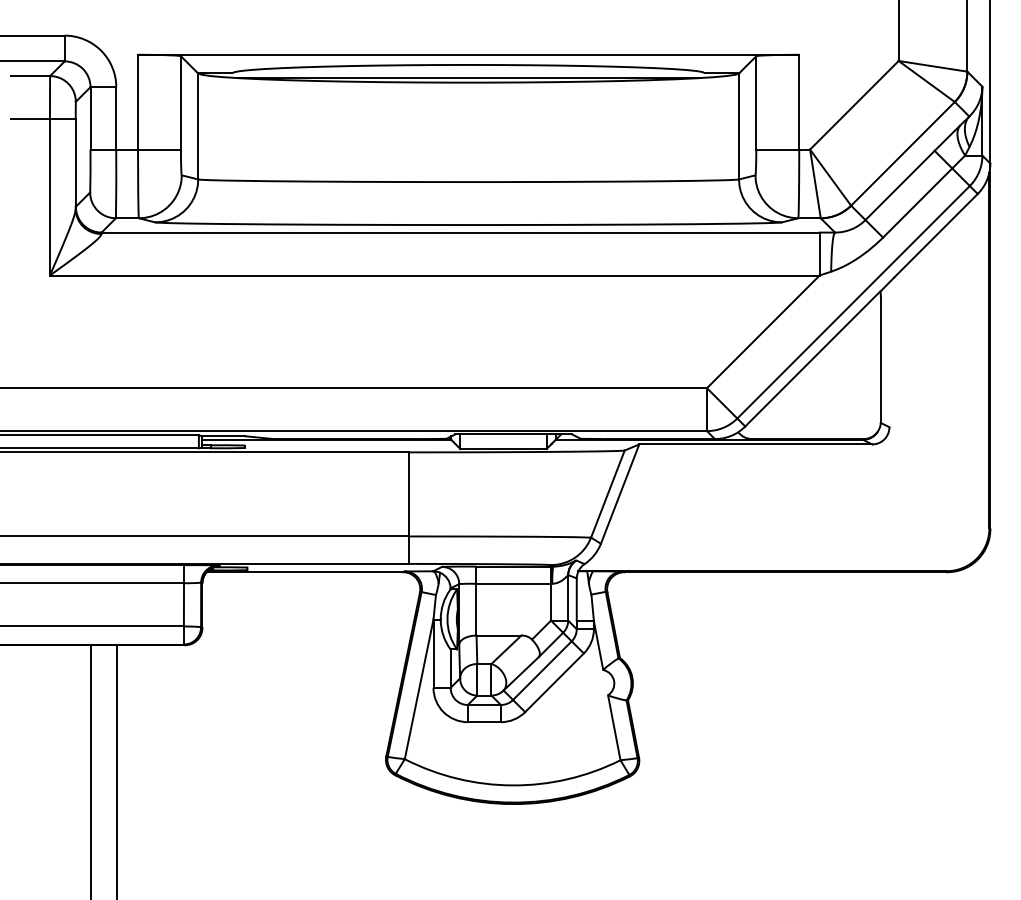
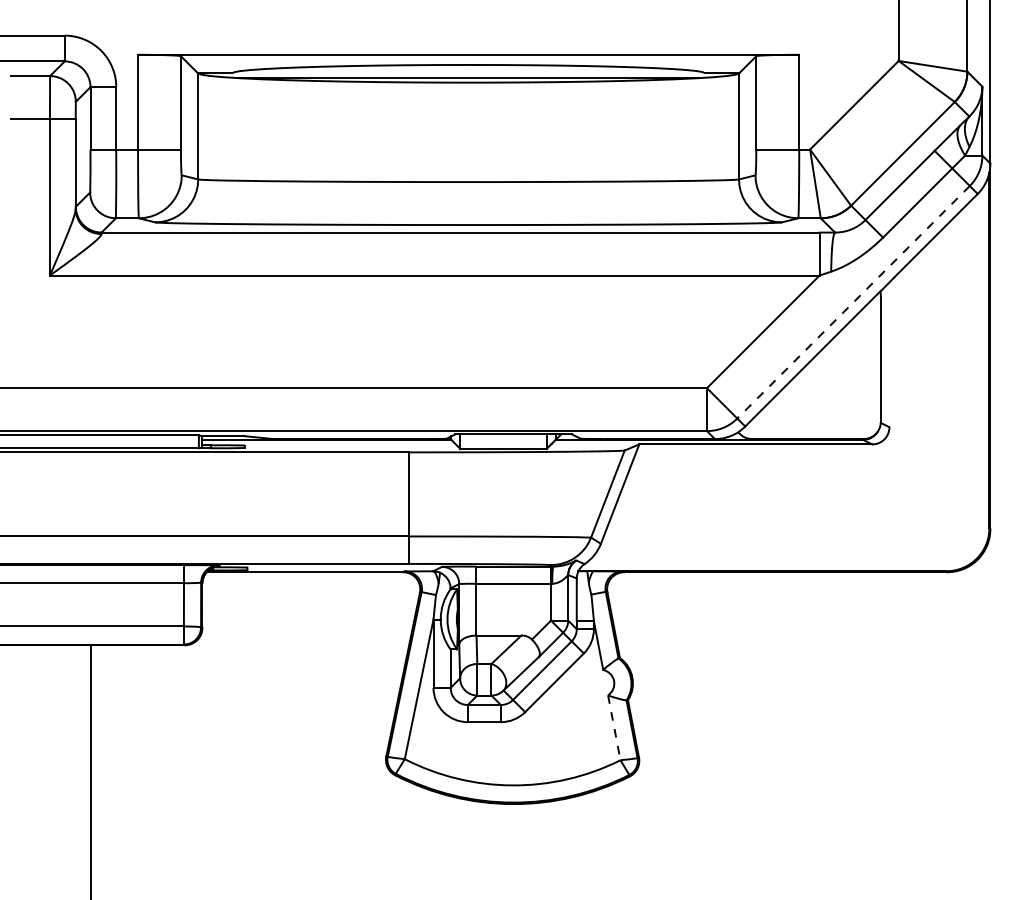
line at (853, 302): solid -> dashed
line at (614, 728): solid -> dashed
line at (116, 770): present -> none
